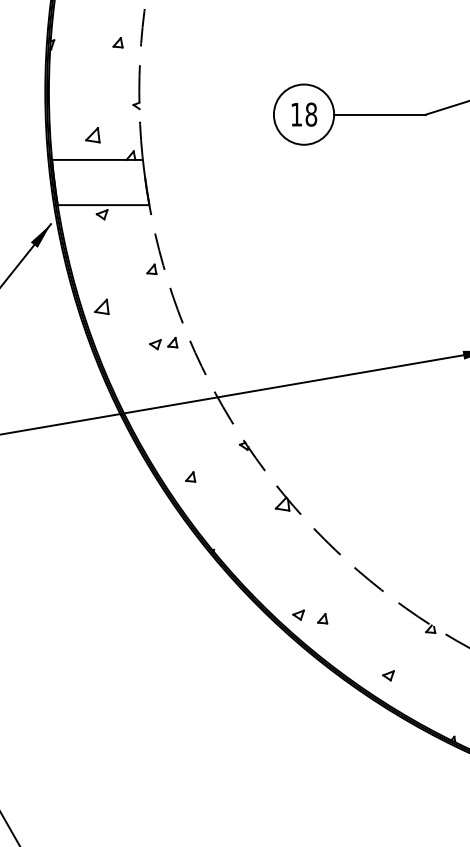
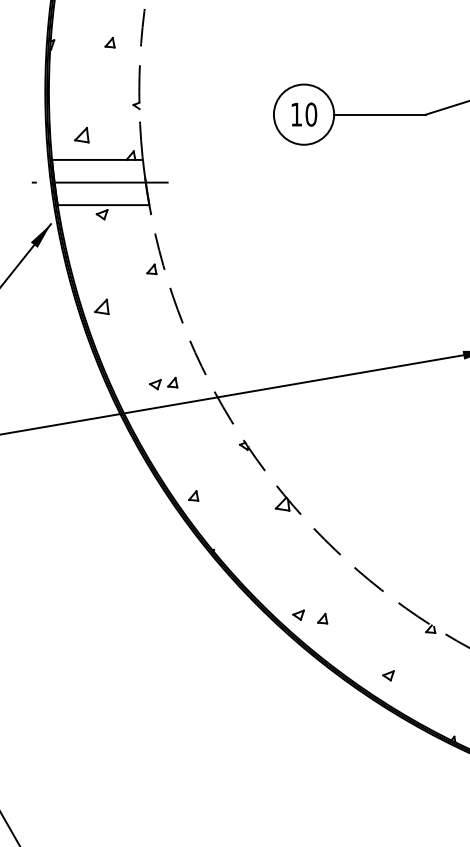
part at (117, 42) position: (117, 42) -> (109, 42)
text at (311, 114): 18 -> 10
part at (92, 135) position: (92, 135) -> (81, 135)
line at (99, 182): none -> present
part at (163, 343) position: (163, 343) -> (163, 383)
part at (190, 476) position: (190, 476) -> (193, 495)
